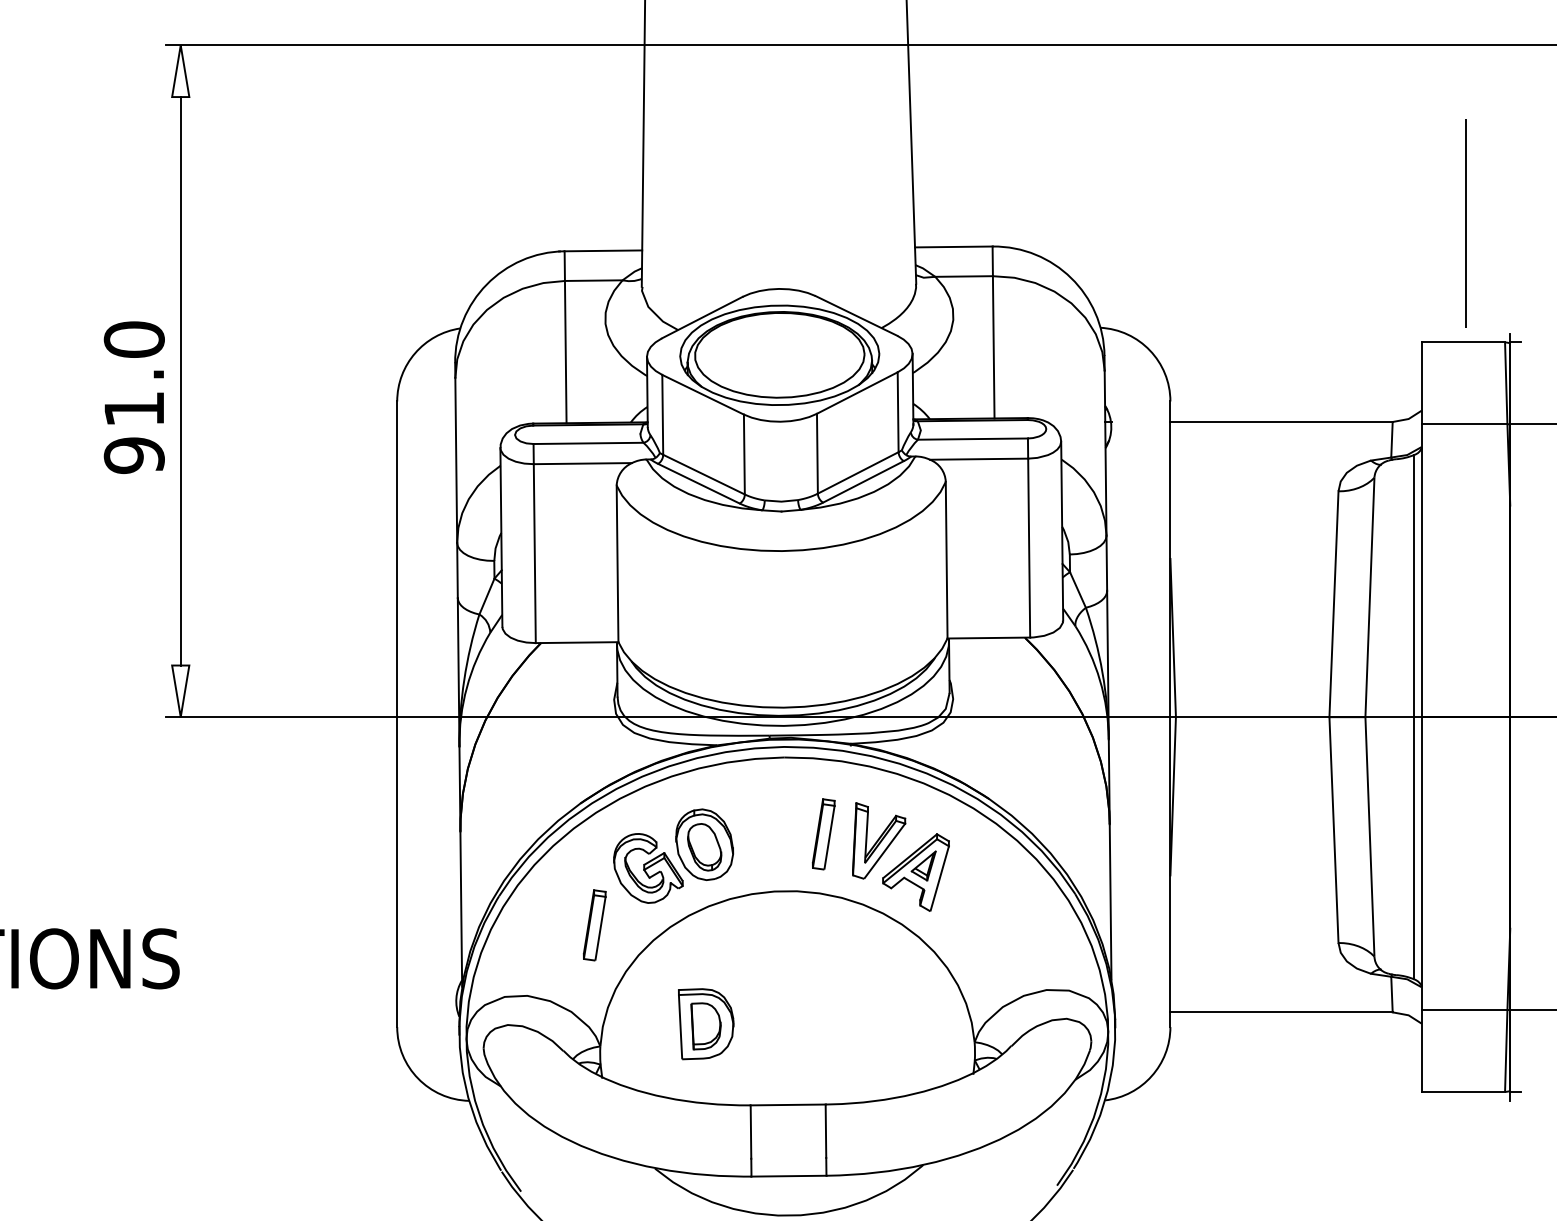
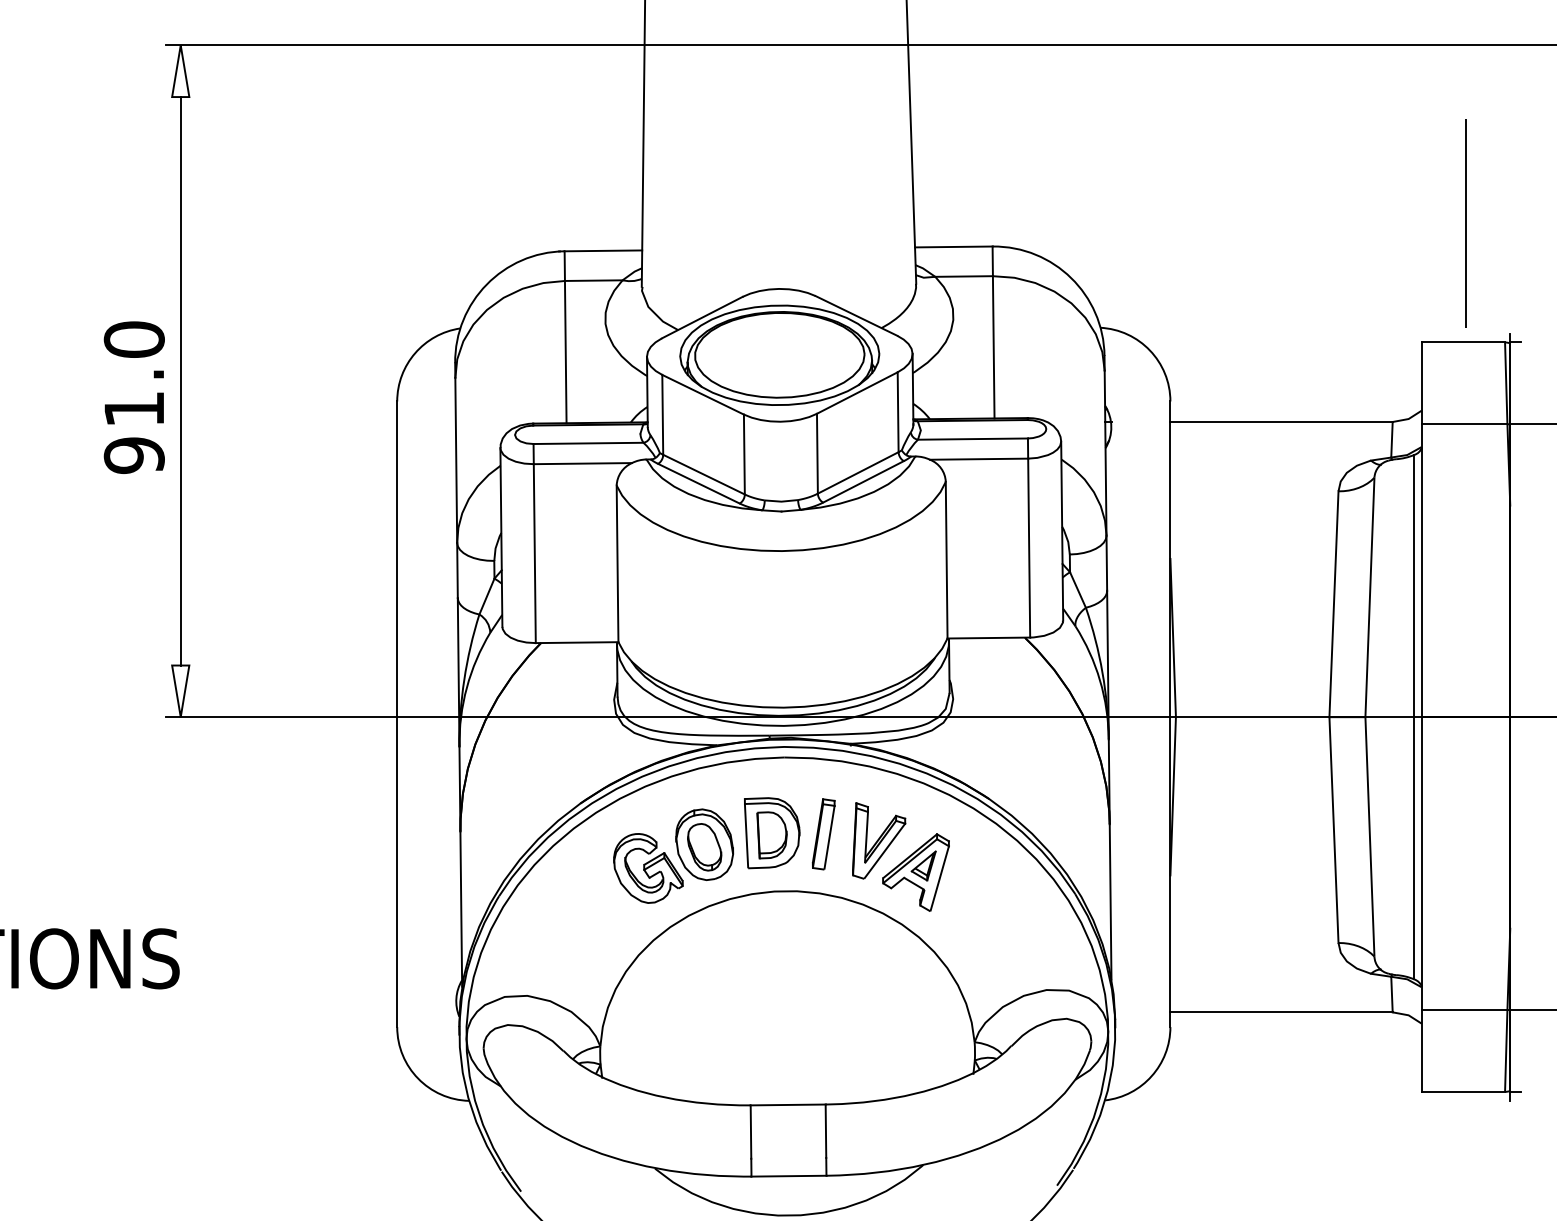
part at (594, 925): present -> none
part at (706, 1024) position: (706, 1024) -> (772, 833)
